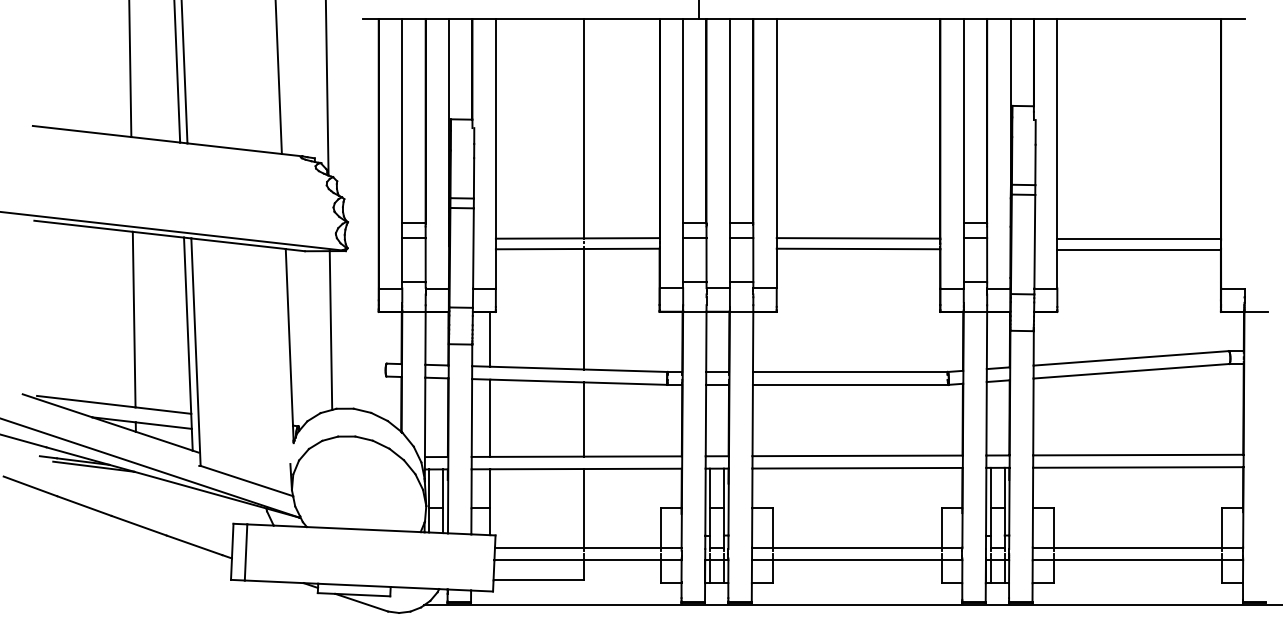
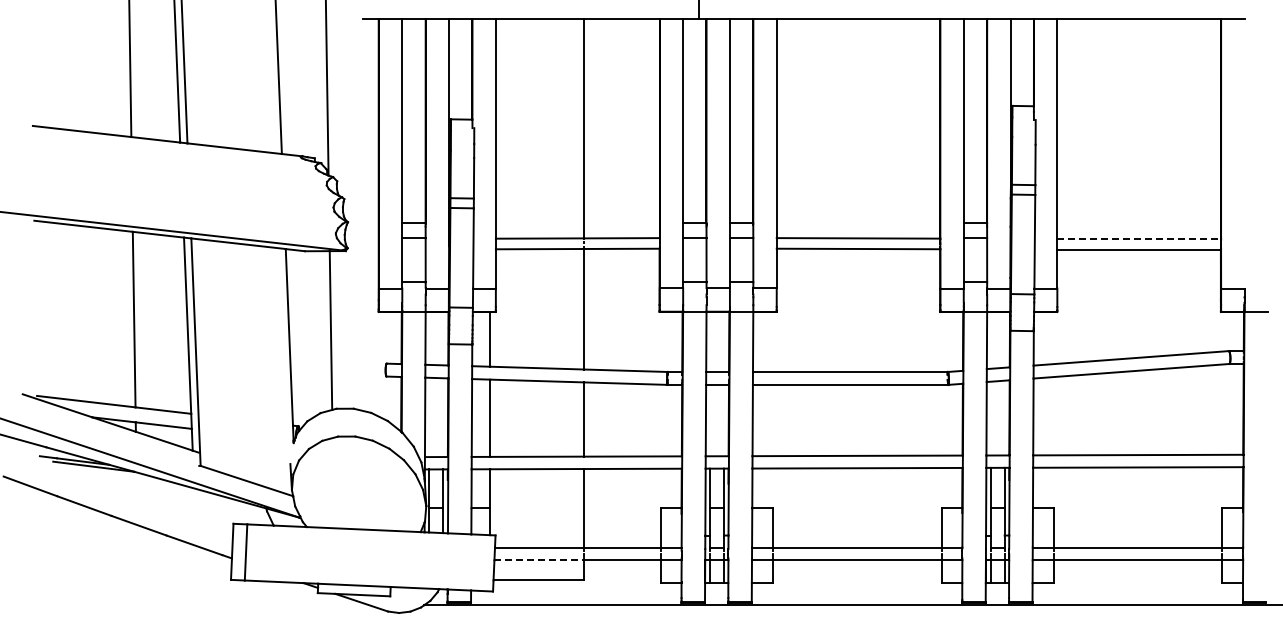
line at (1139, 238): solid -> dashed
line at (539, 560): solid -> dashed
